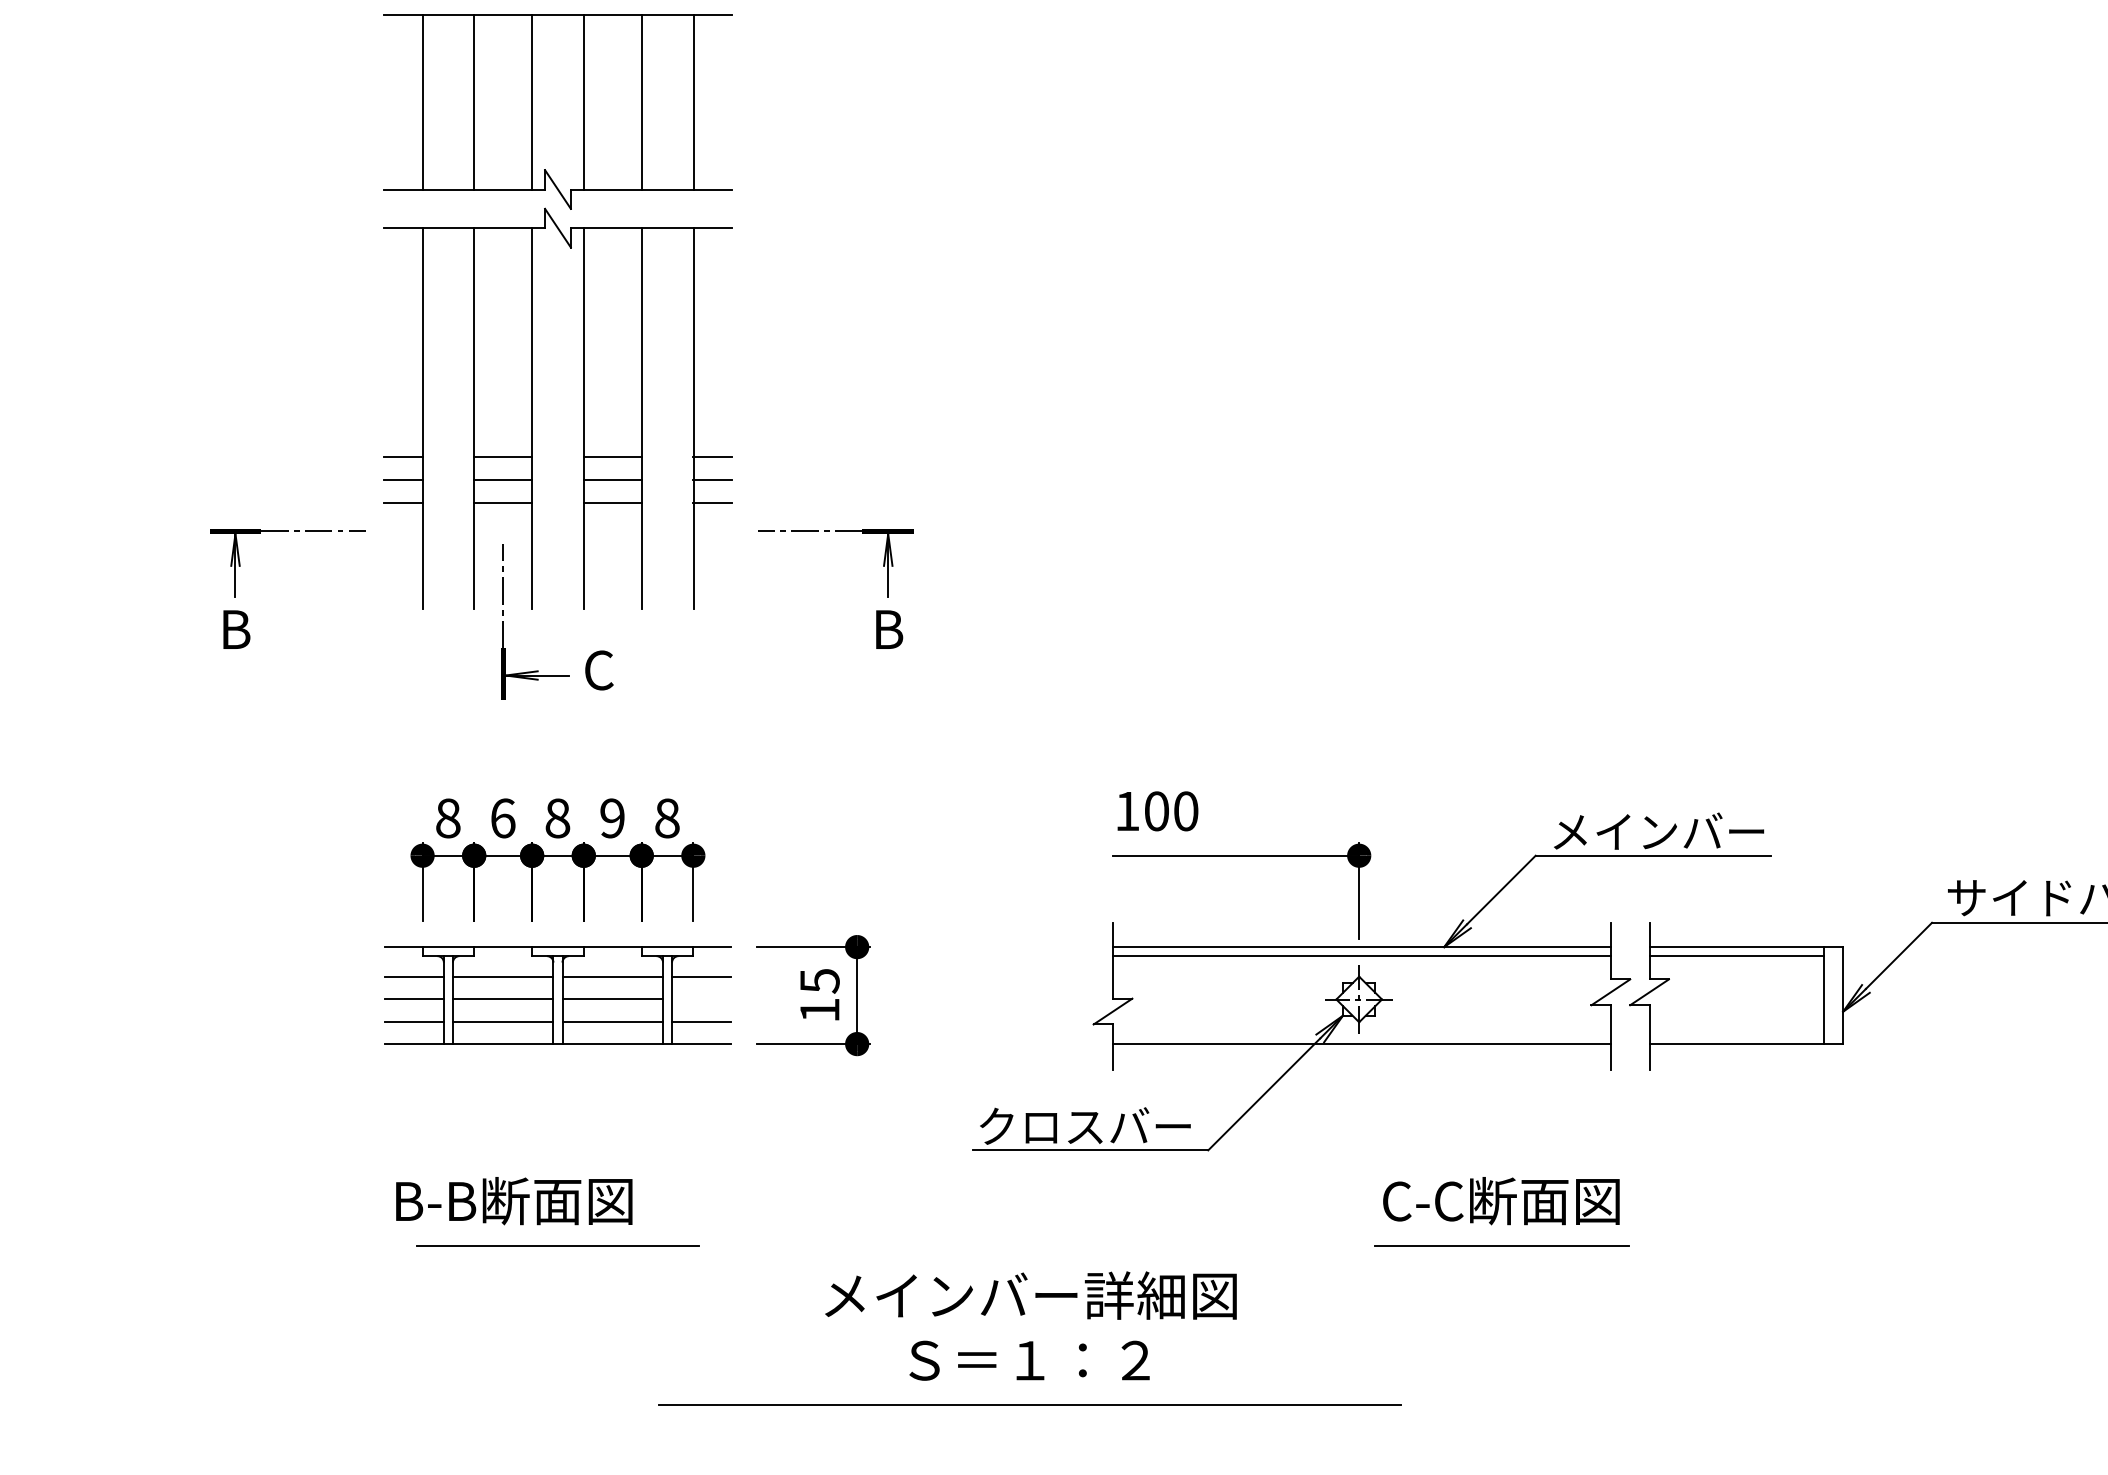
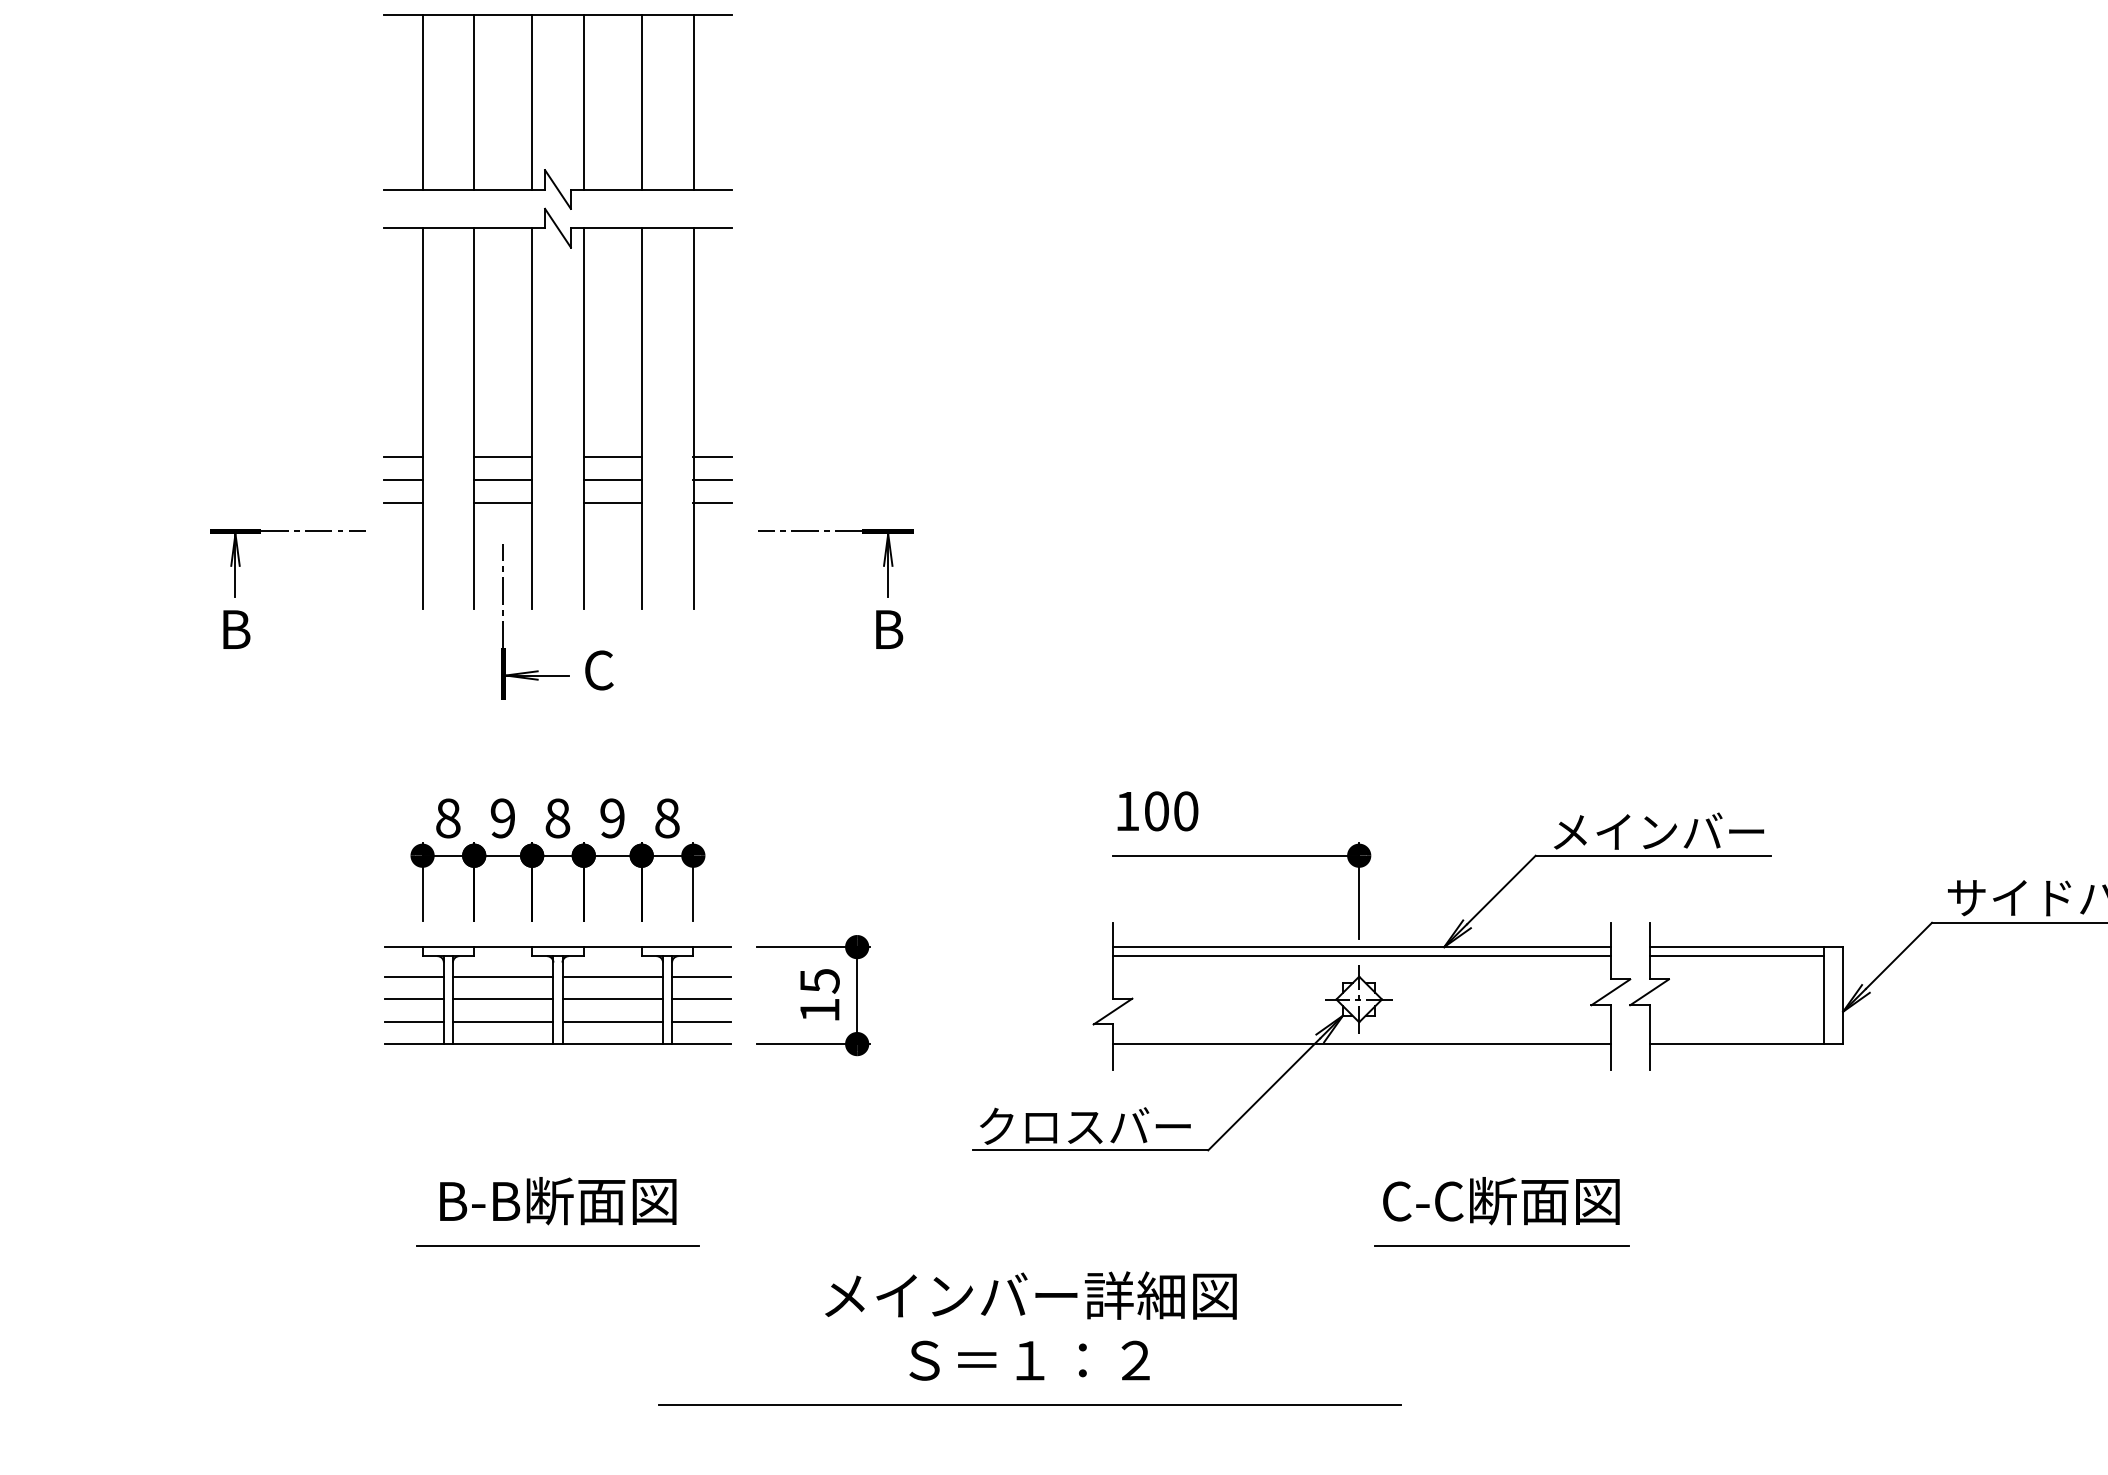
text at (502, 818): 6 -> 9
line at (701, 999): none -> present
text at (514, 1201) position: (514, 1201) -> (558, 1201)
